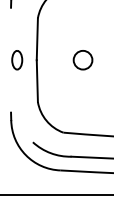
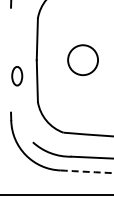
circle at (82, 59) diameter: 19 px -> 30 px
part at (17, 60) position: (17, 60) -> (17, 76)
arc at (88, 171): solid -> dashed
